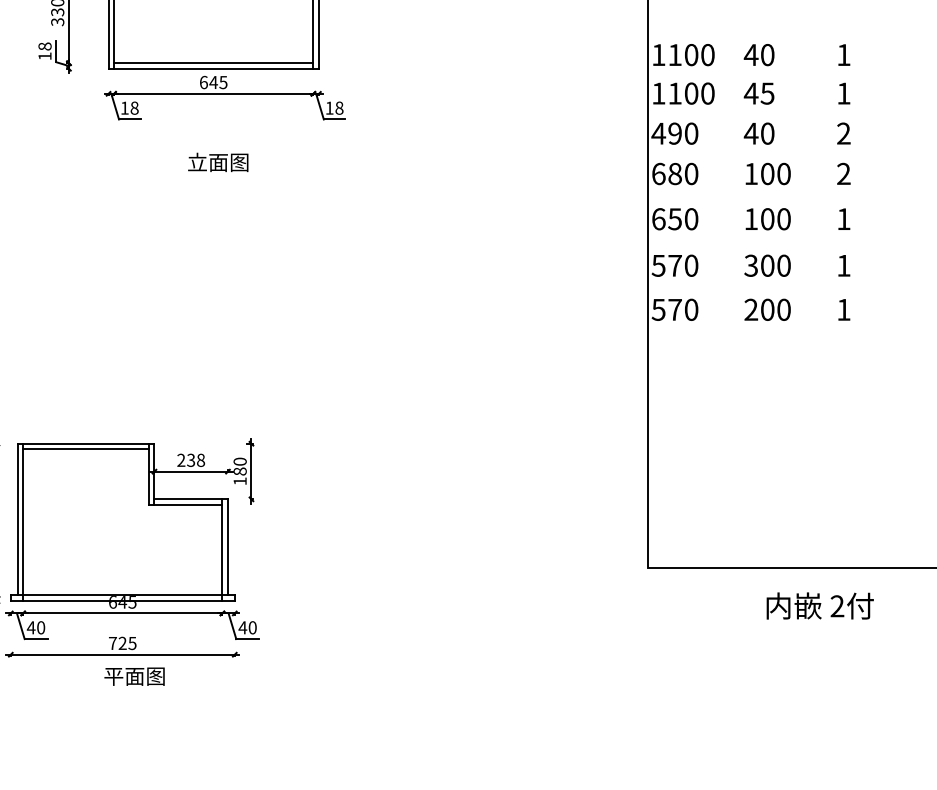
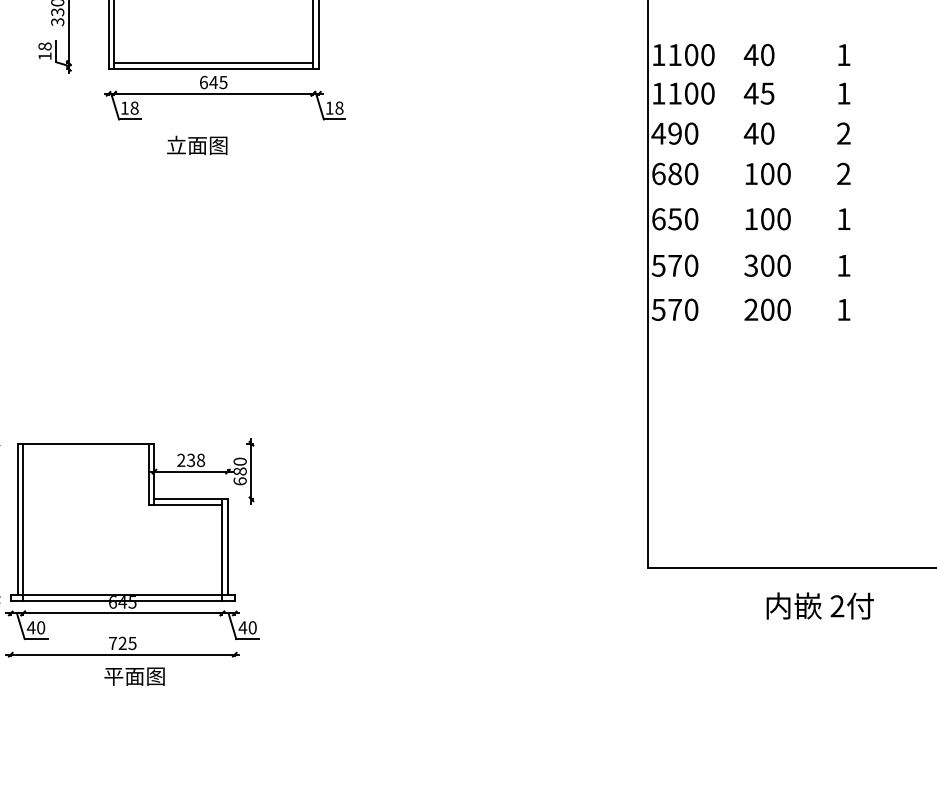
text at (218, 162) position: (218, 162) -> (197, 145)
line at (85, 449): present -> none
text at (239, 481): 180 -> 680
